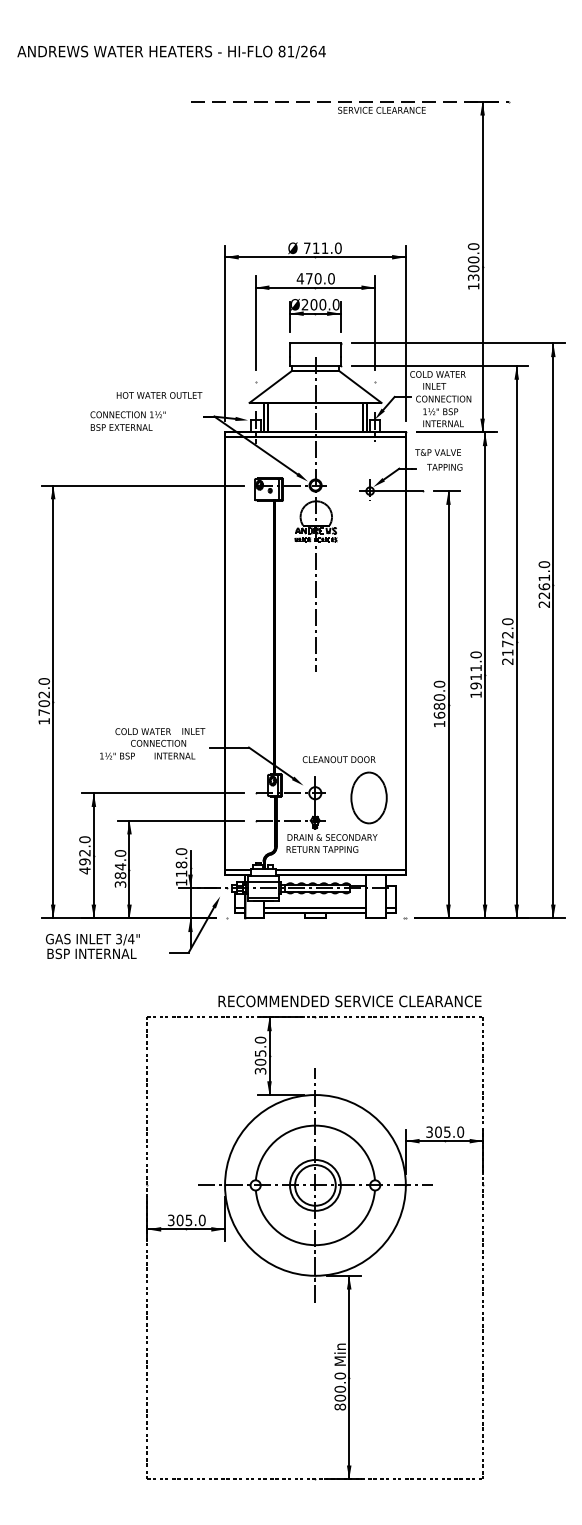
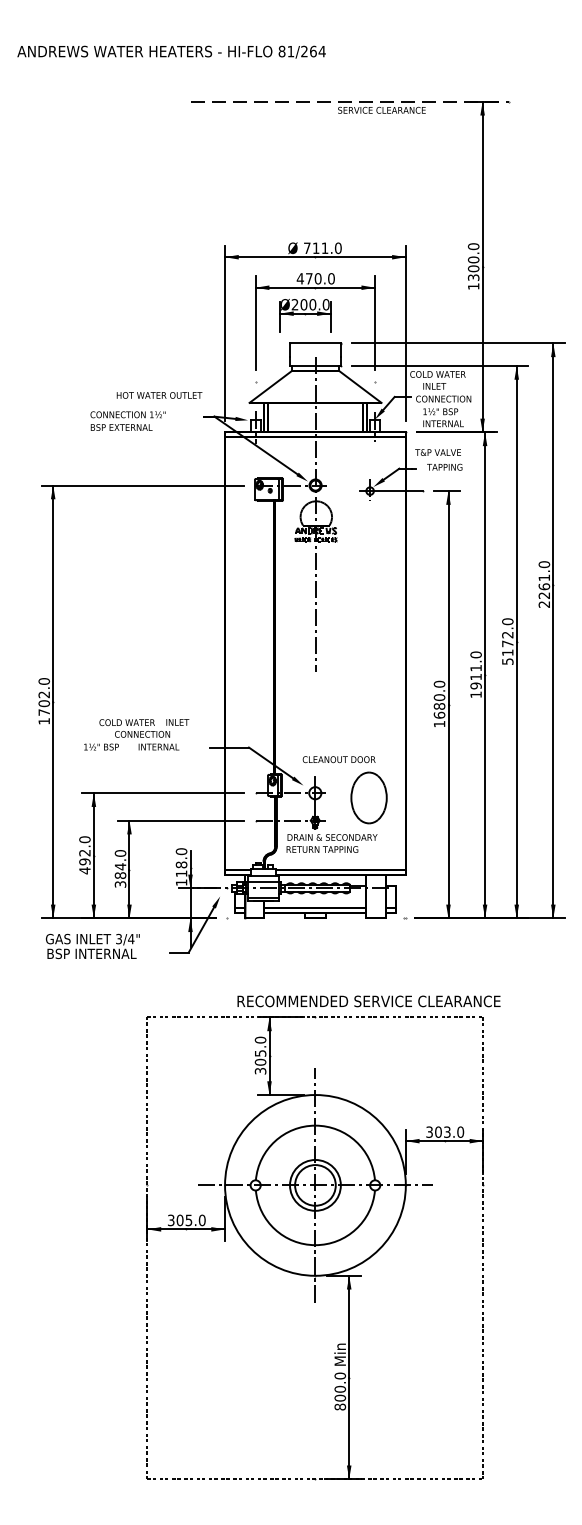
part at (315, 315) position: (315, 315) -> (305, 315)
text at (507, 661): 2172.0 -> 5172.0
text at (152, 743) position: (152, 743) -> (136, 734)
text at (349, 1001) position: (349, 1001) -> (368, 1001)
text at (447, 1131): 305.0 -> 303.0
